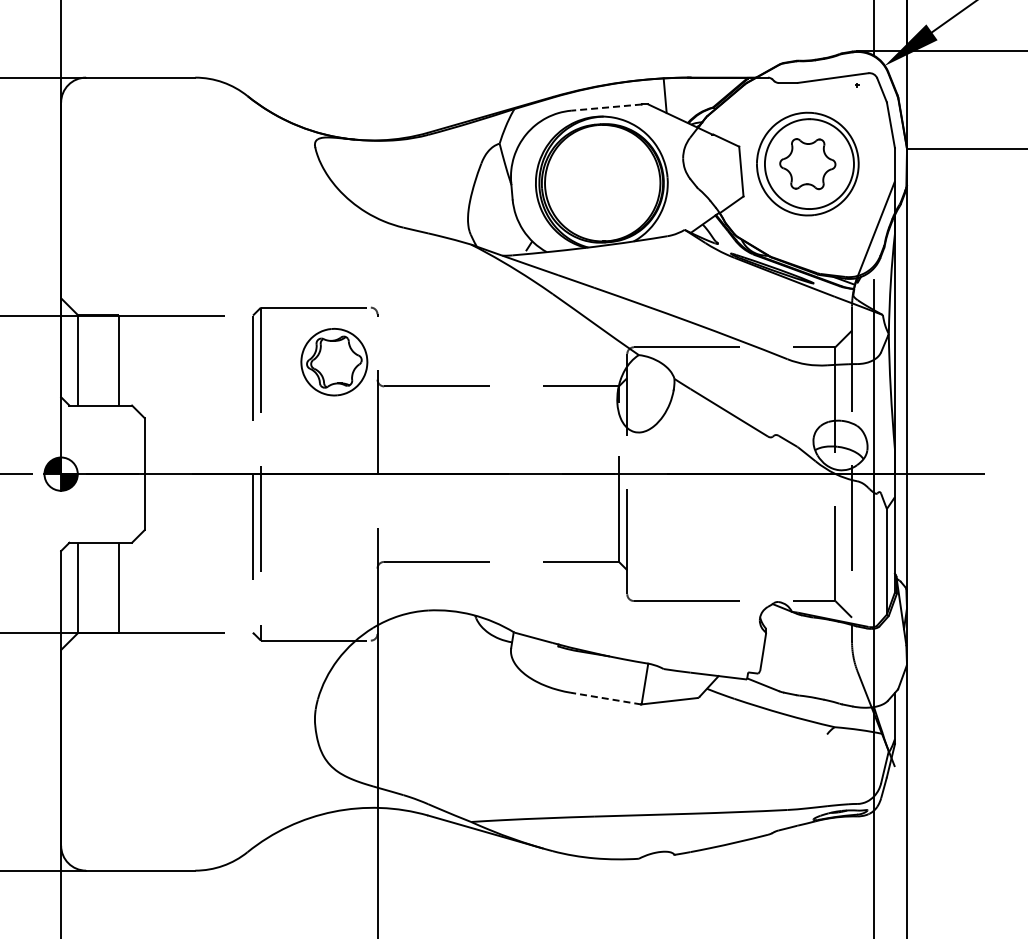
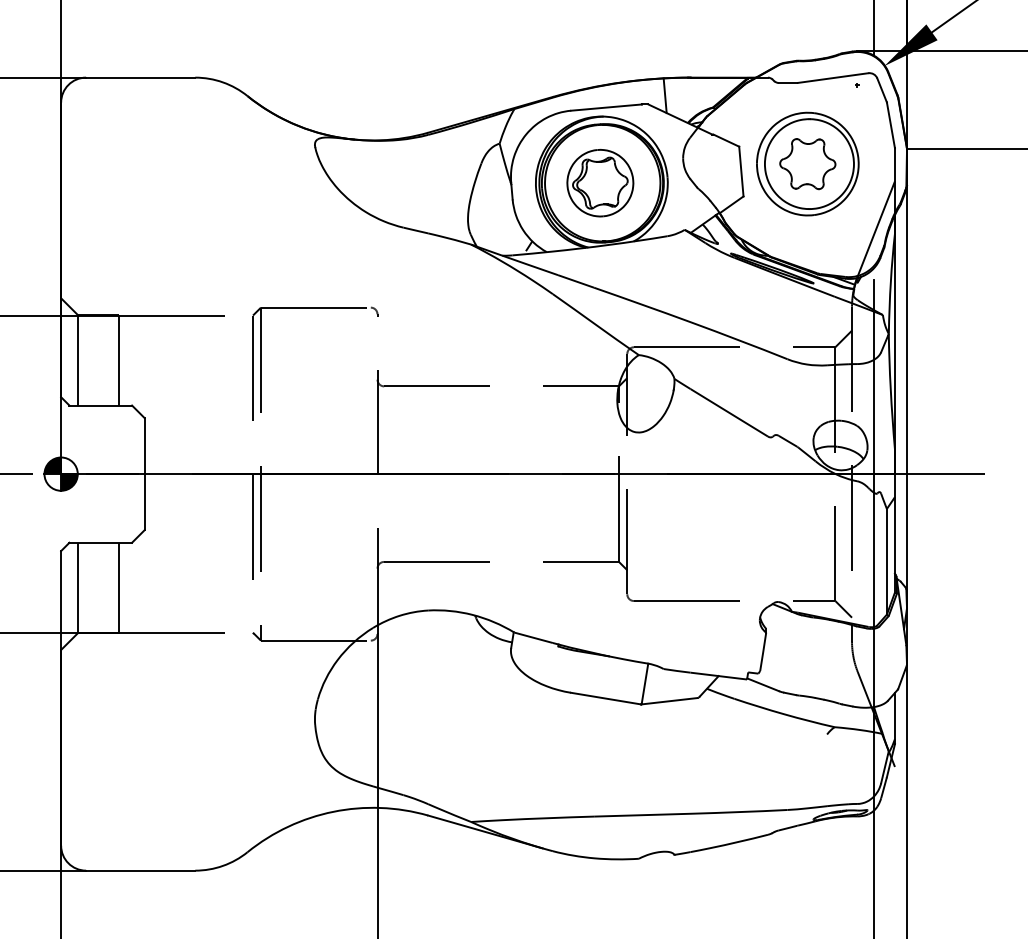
line at (606, 107): dashed -> solid
part at (334, 362) position: (334, 362) -> (600, 183)
line at (606, 698): dashed -> solid
